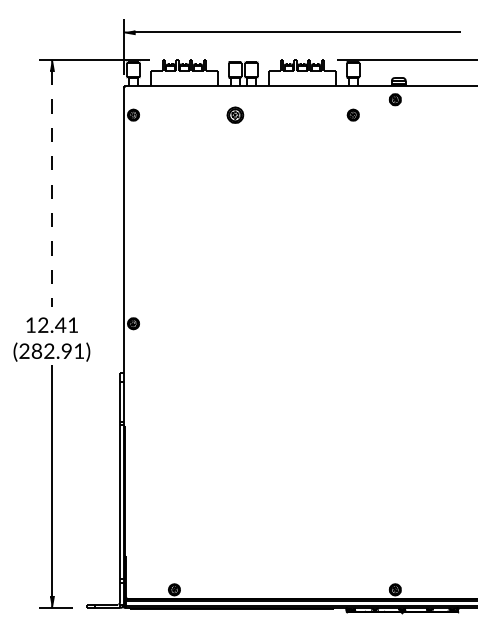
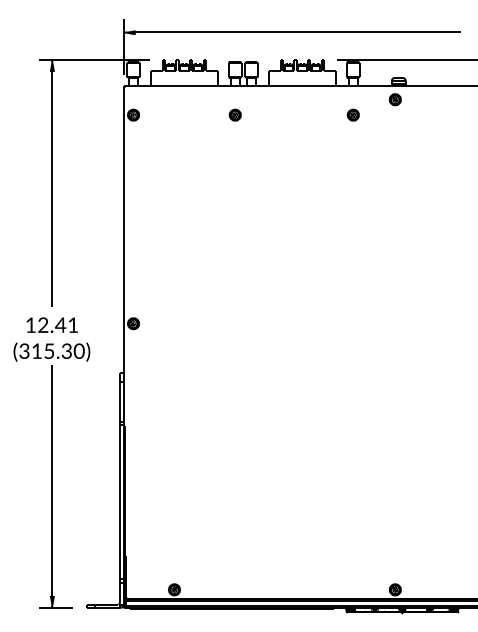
part at (235, 114) size: 19x18 px -> 14x14 px
line at (51, 189): dashed -> solid
text at (51, 350): (282.91) -> (315.30)
